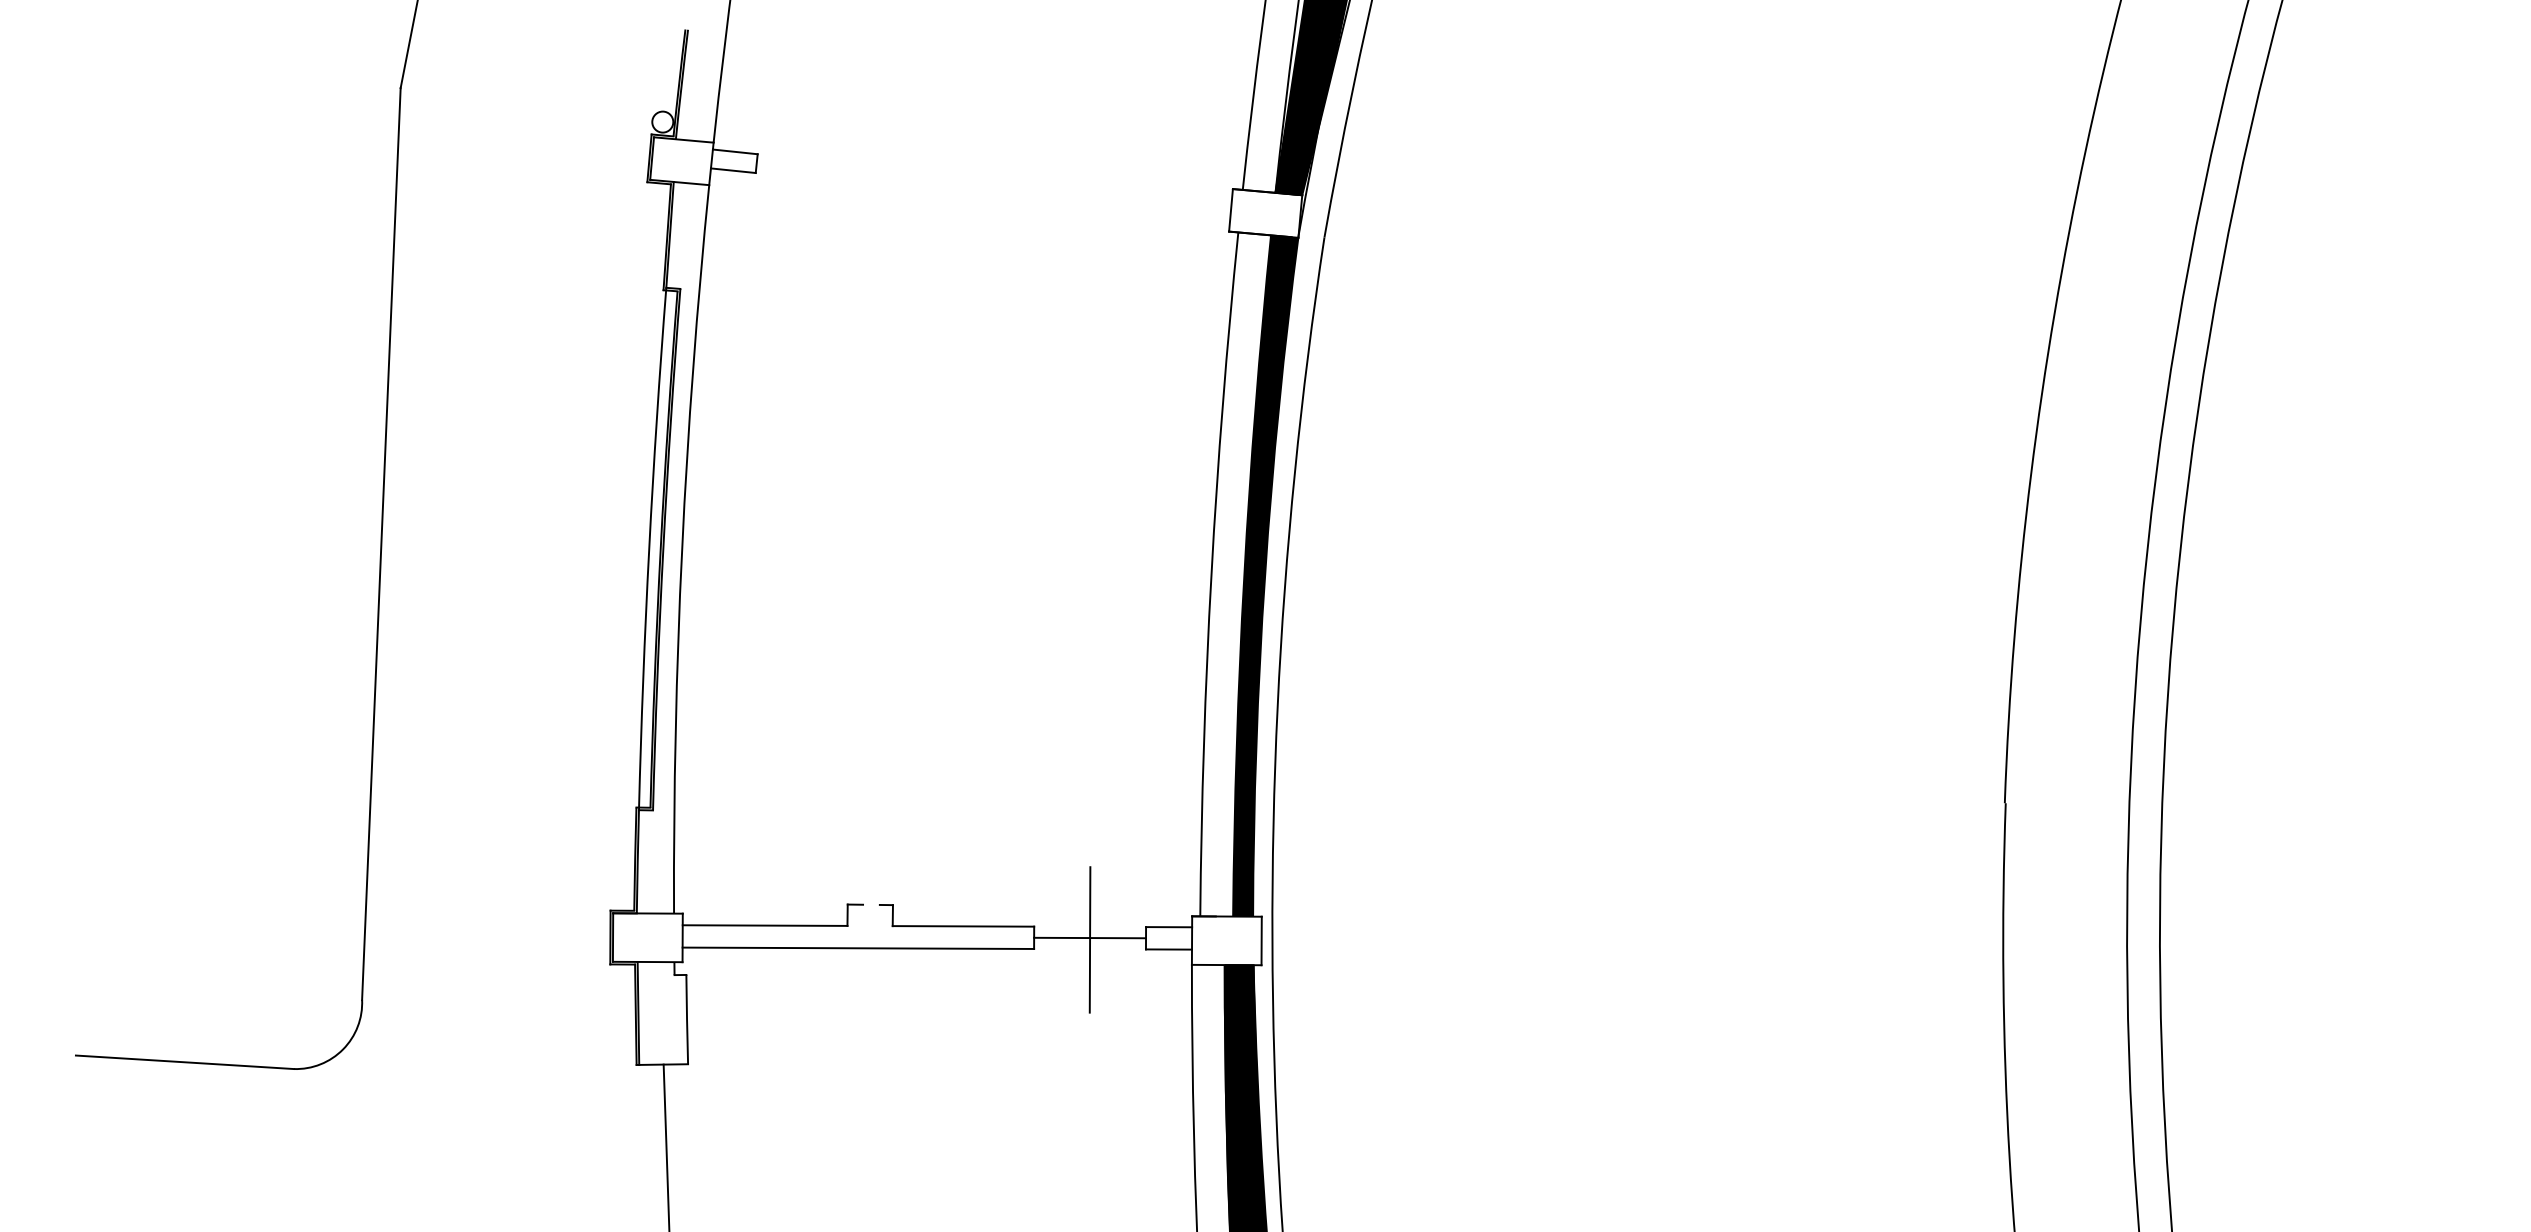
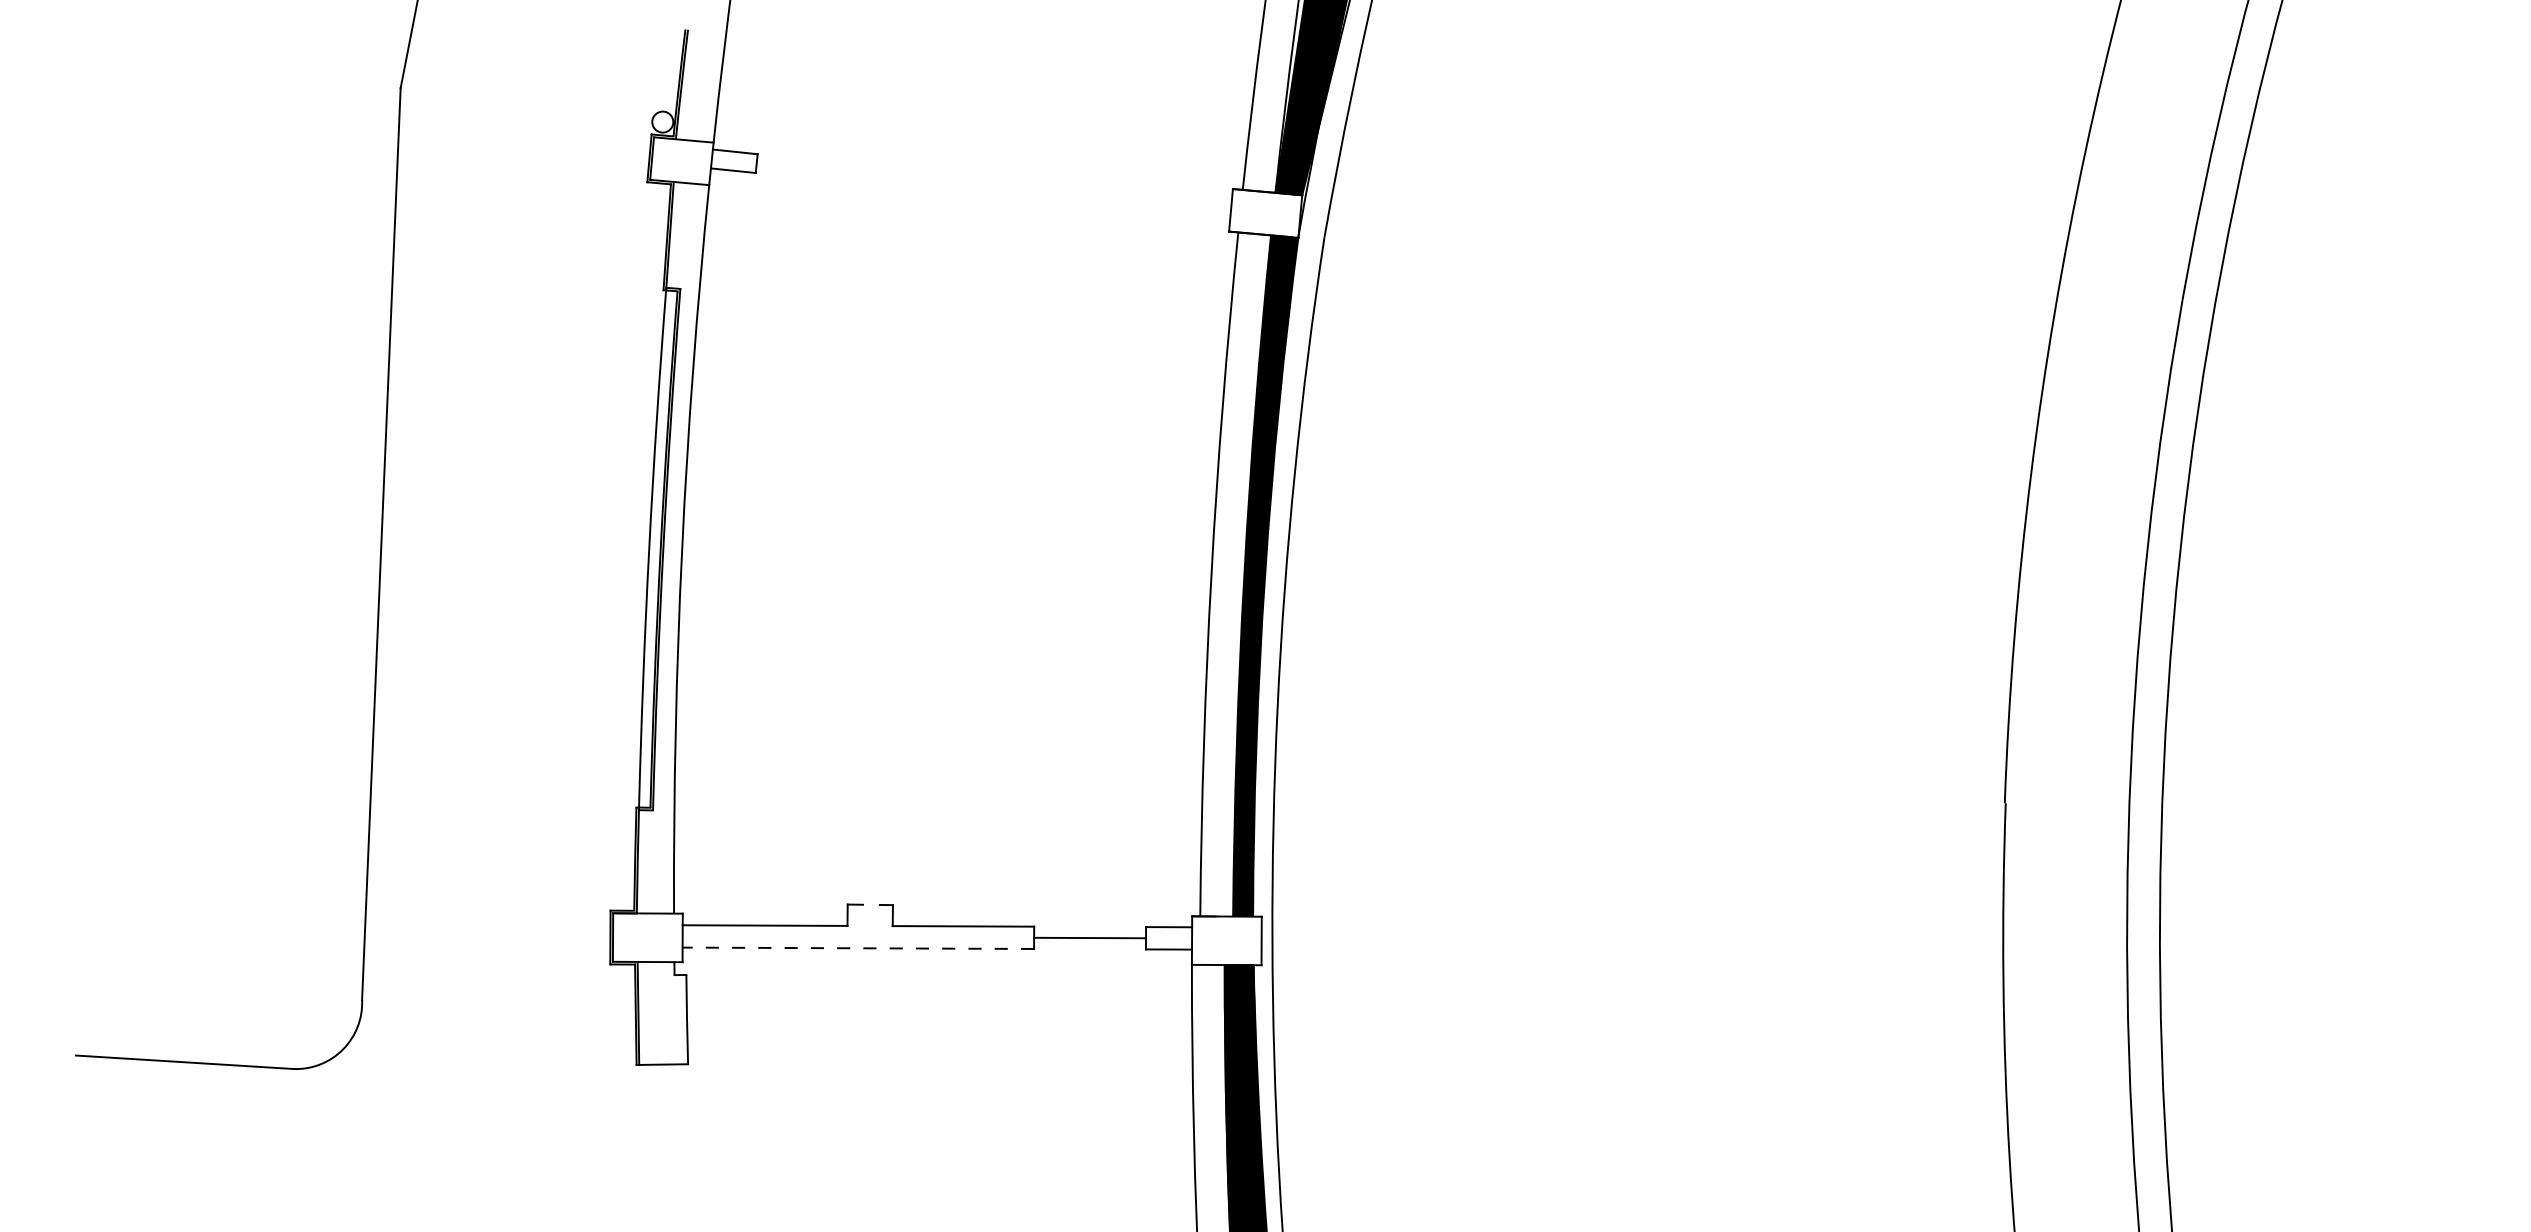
line at (1089, 939): present -> none
line at (858, 948): solid -> dashed
line at (666, 1146): present -> none
